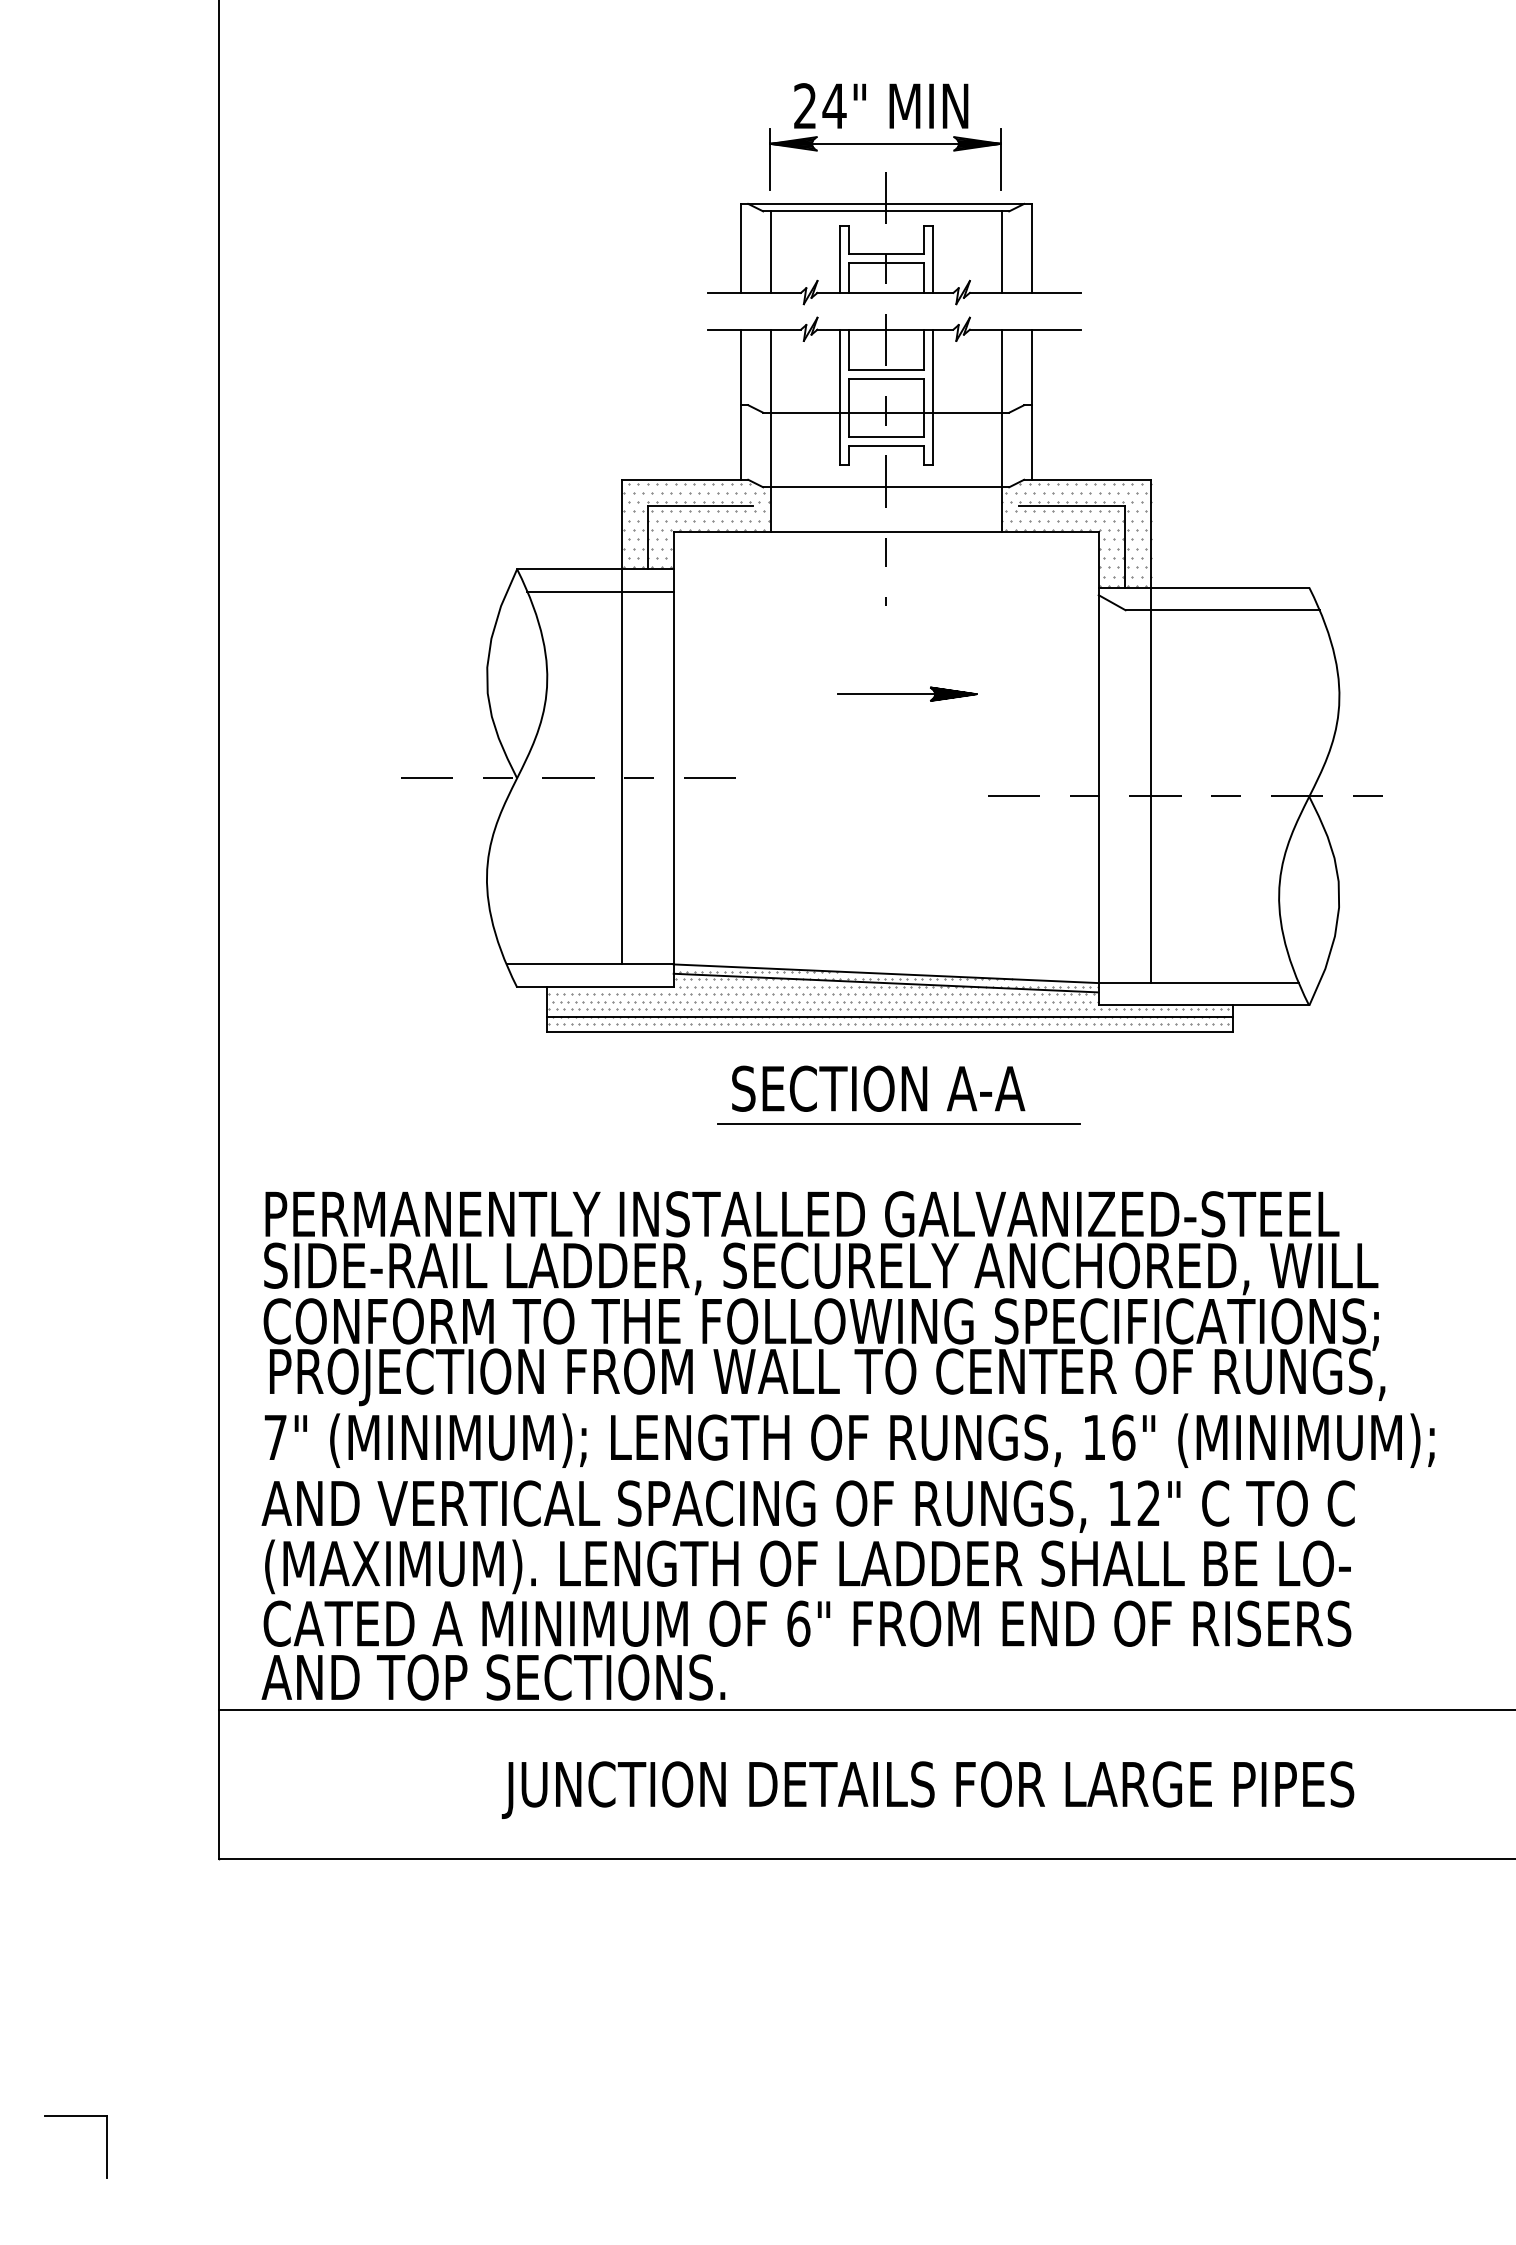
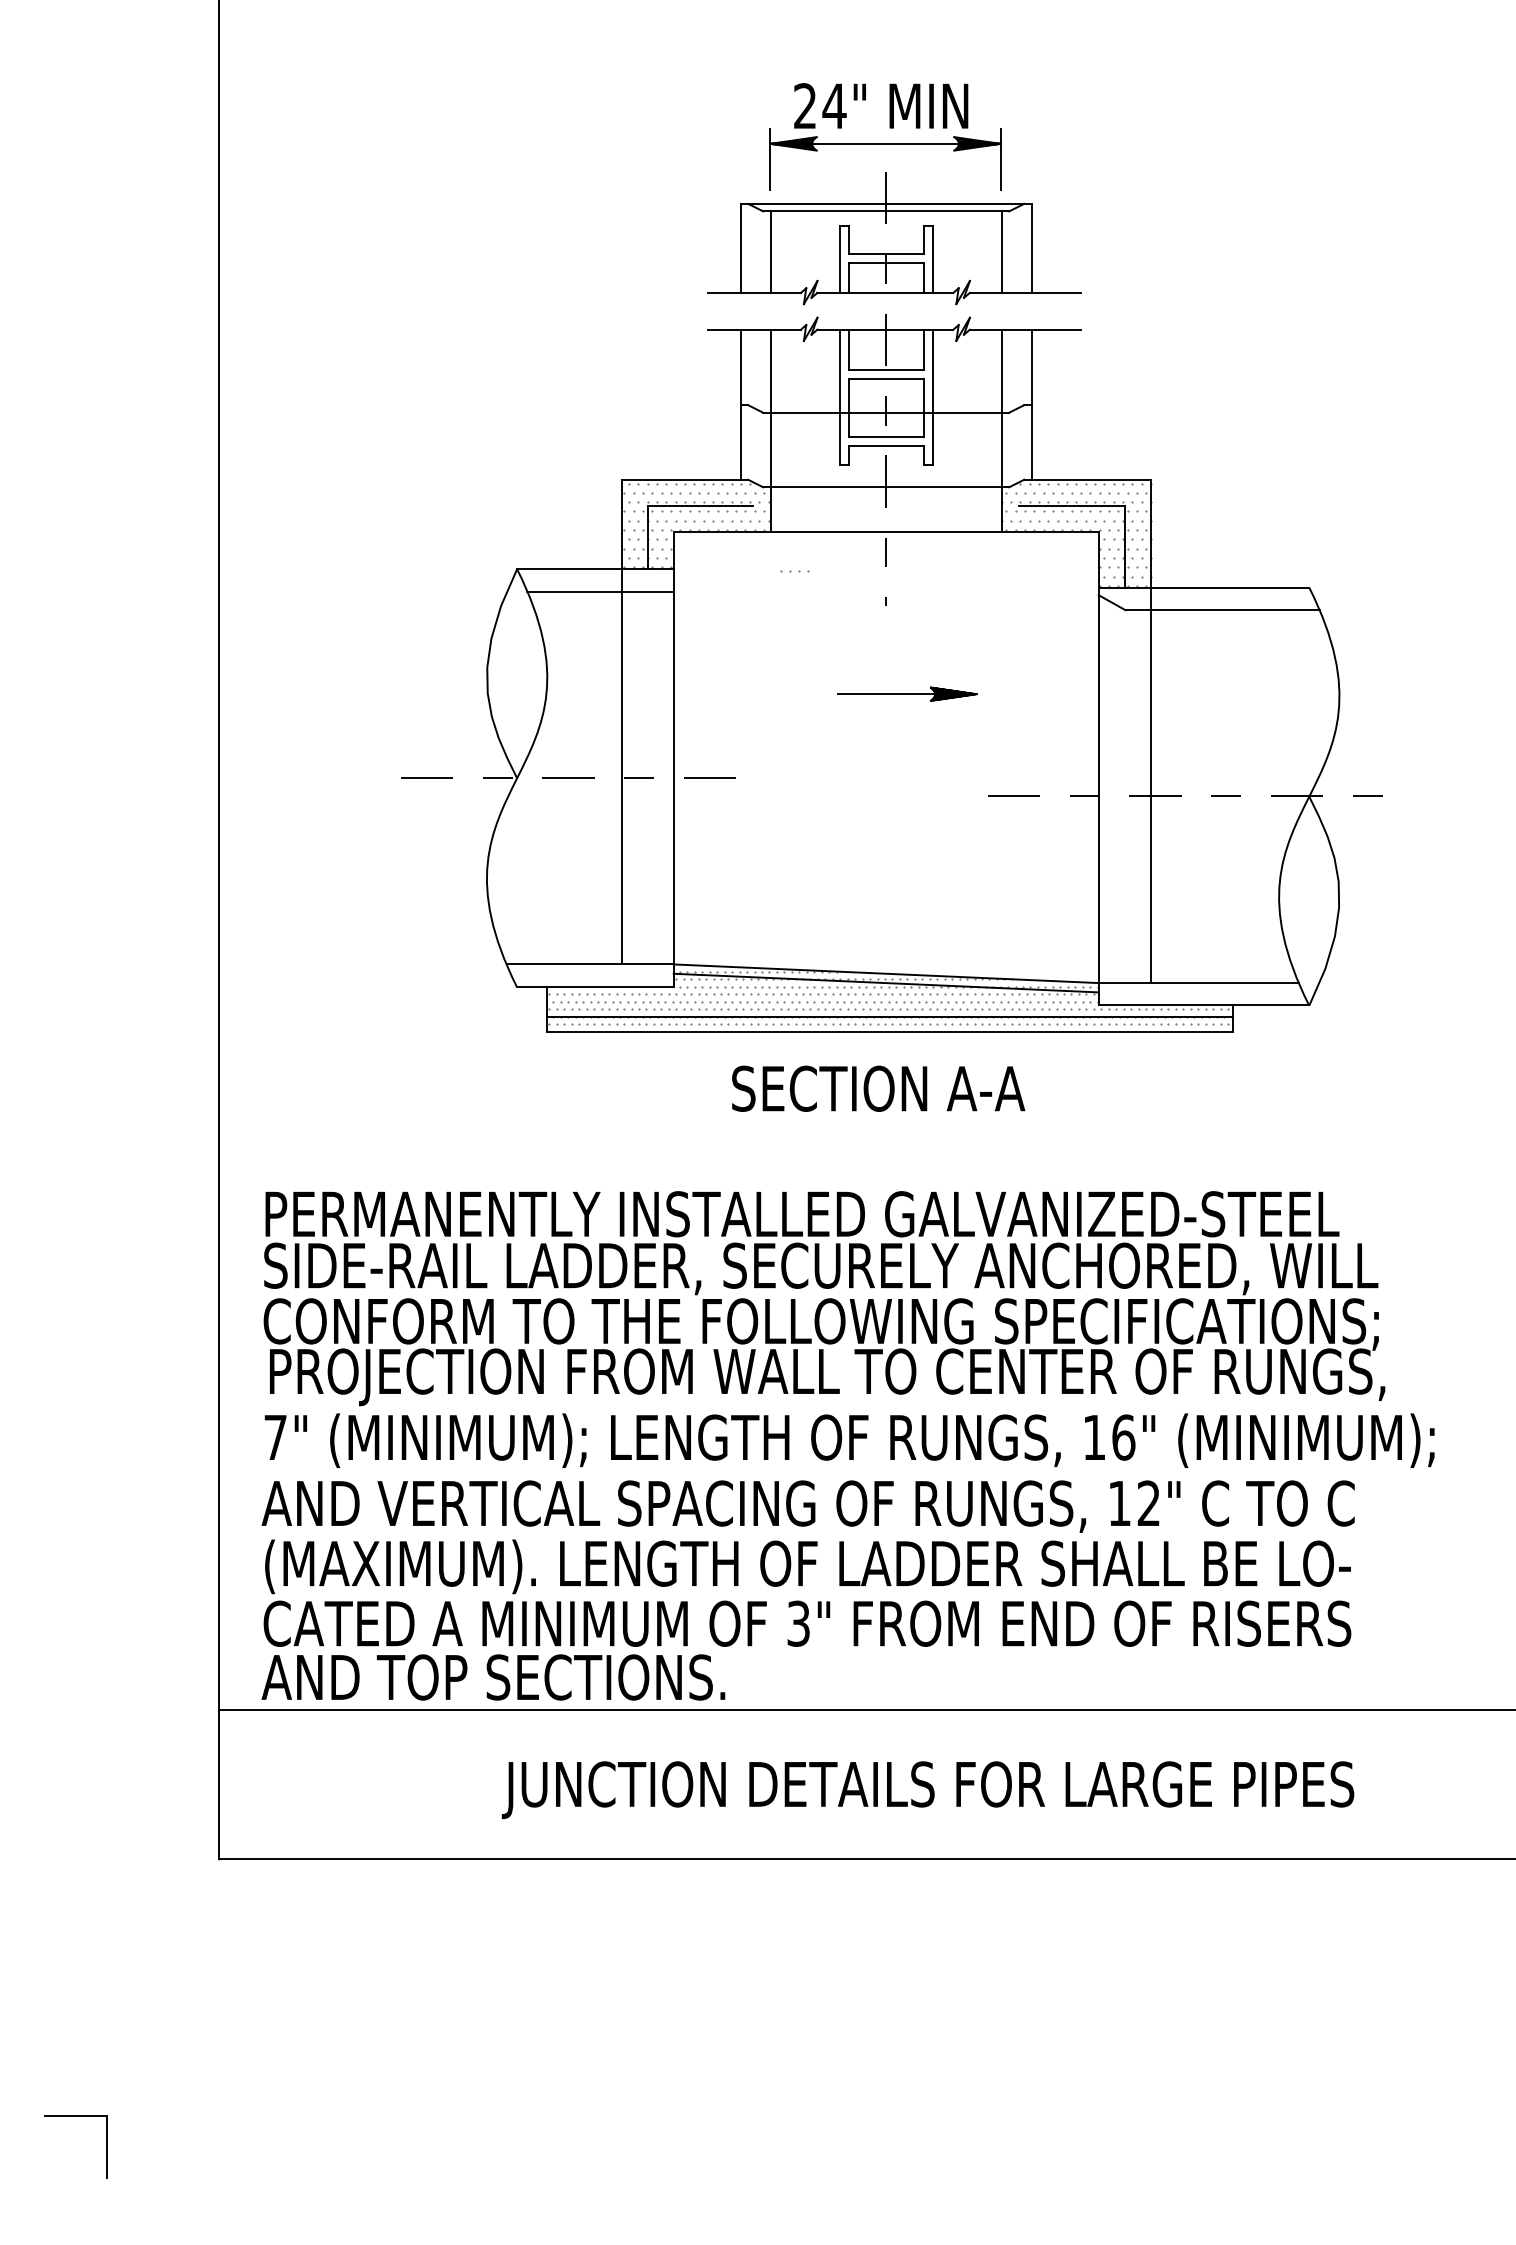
part at (794, 571): none -> present
line at (898, 1124): present -> none
text at (798, 1623): 6" -> 3"
